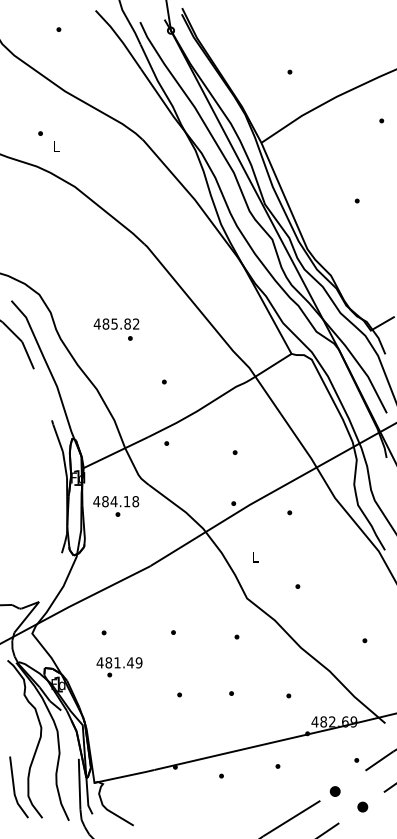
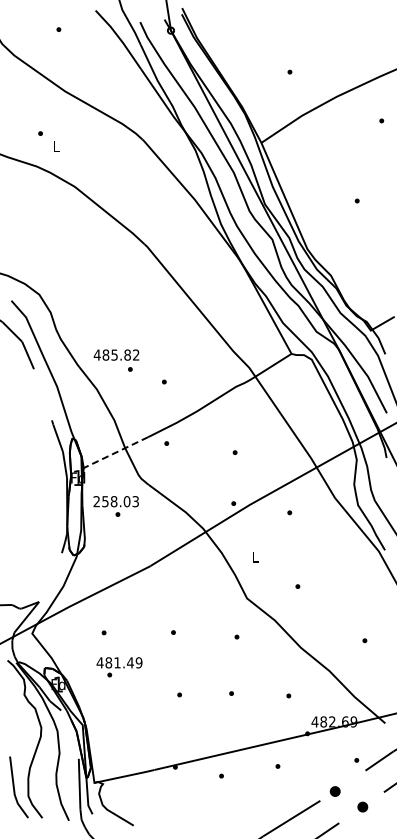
text at (116, 329) position: (116, 329) -> (116, 360)
line at (115, 452): solid -> dashed
text at (116, 501): 484.18 -> 258.03
